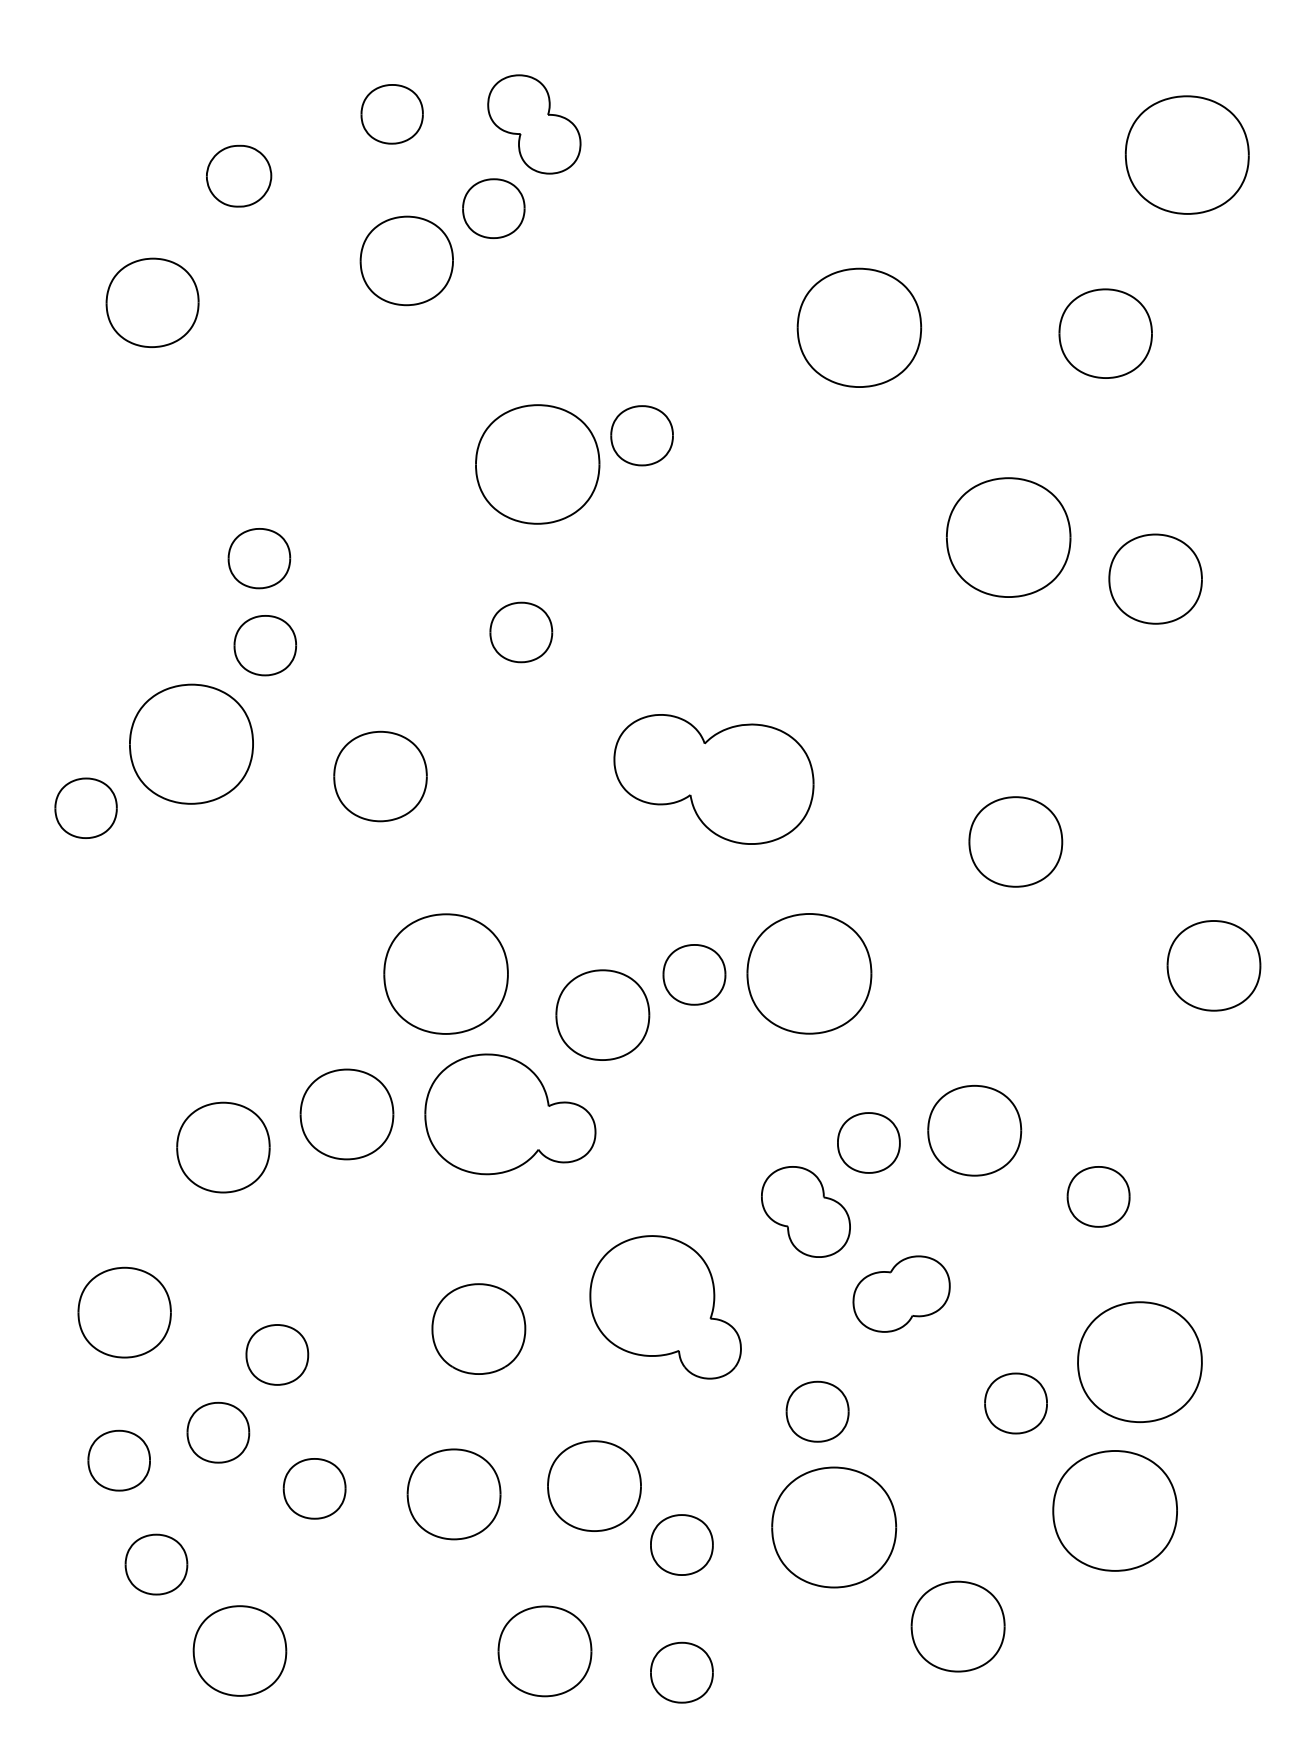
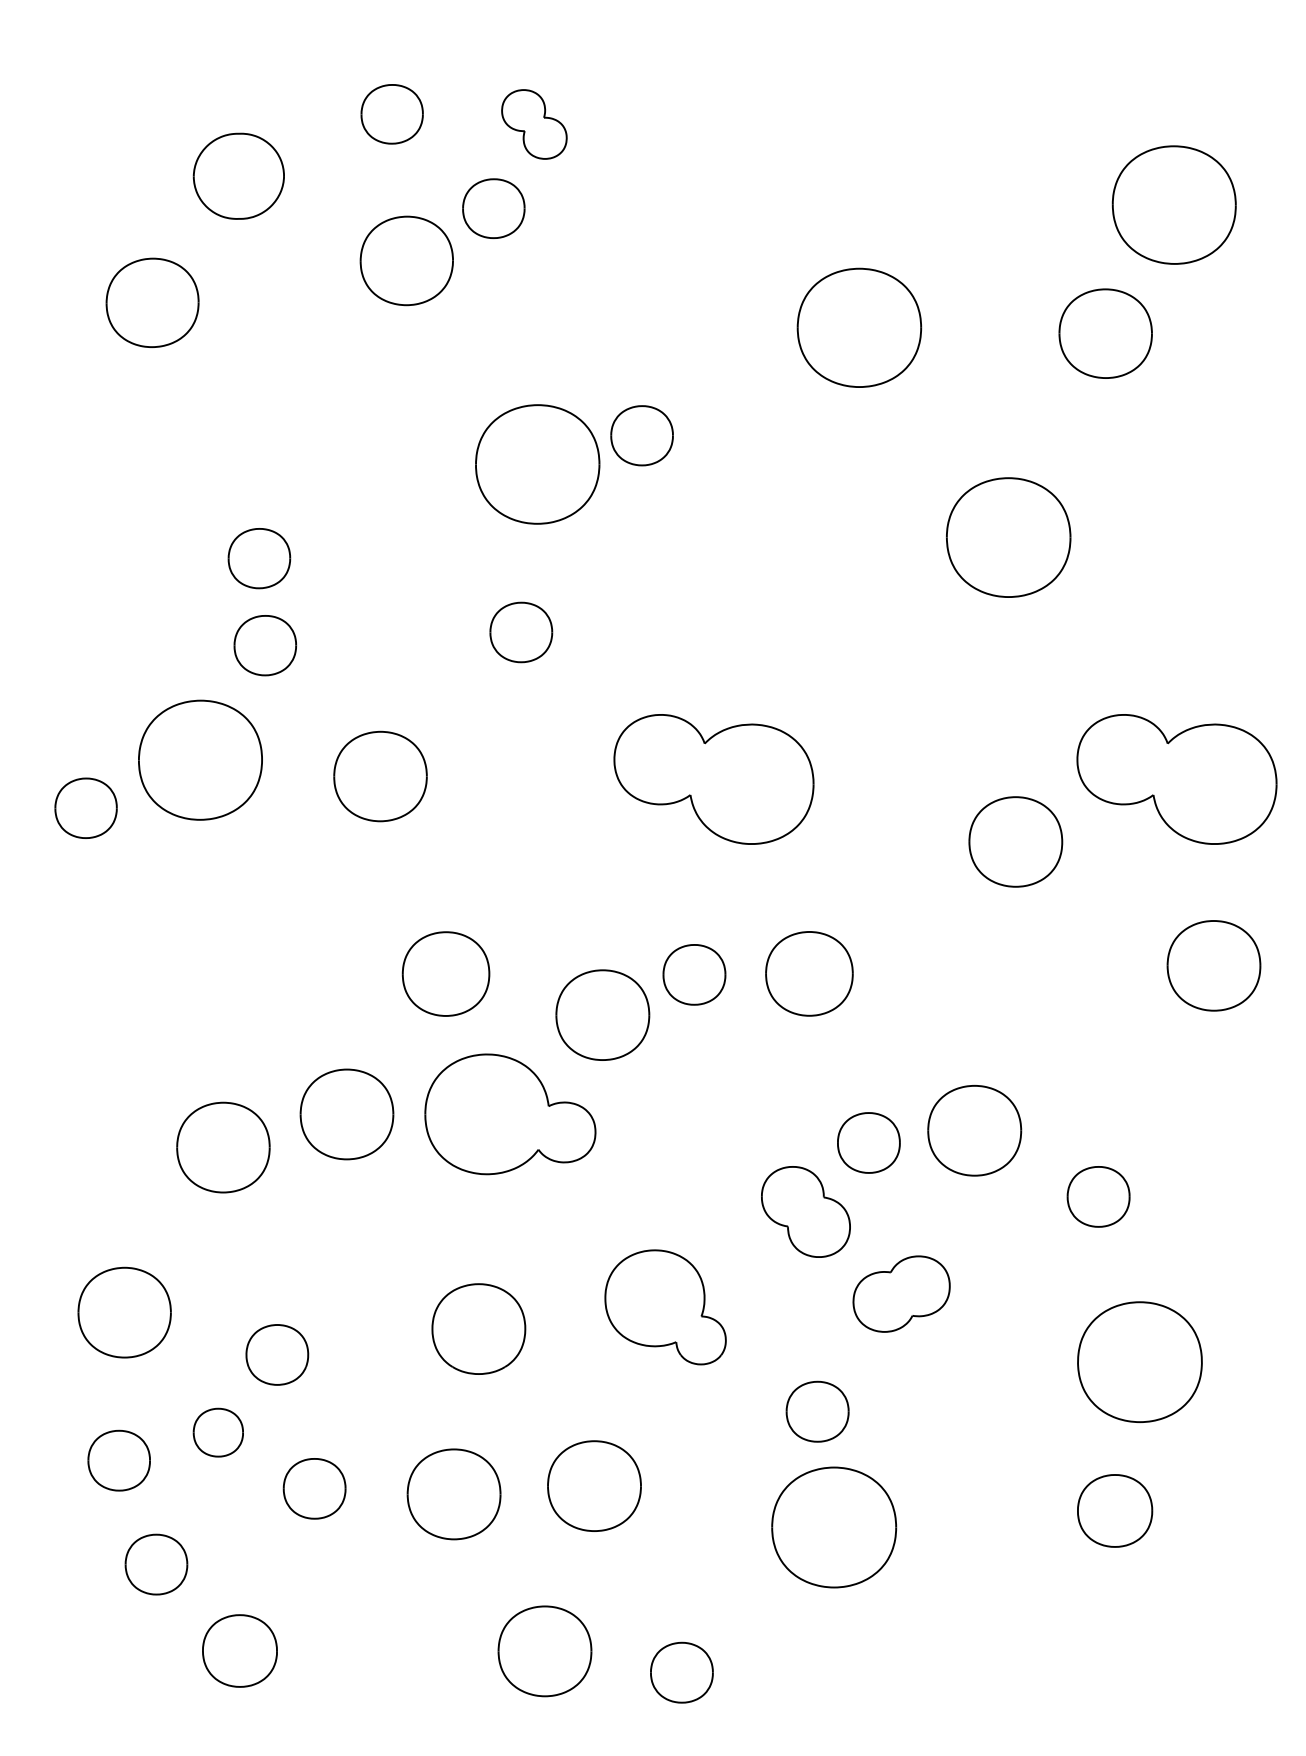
part at (534, 124) size: 95x101 px -> 67x71 px
part at (1186, 154) position: (1186, 154) -> (1173, 204)
part at (239, 175) size: 67x64 px -> 93x88 px
part at (1155, 578): present -> none
part at (191, 743) position: (191, 743) -> (200, 759)
part at (1176, 779): none -> present
part at (445, 973) size: 126x122 px -> 90x86 px
part at (809, 973) size: 127x122 px -> 89x86 px
part at (665, 1307) size: 153x145 px -> 123x117 px
part at (1015, 1403): present -> none
part at (218, 1432) size: 65x63 px -> 52x51 px
part at (1114, 1510) size: 126x122 px -> 77x74 px
part at (681, 1544): present -> none
part at (957, 1626): present -> none
part at (239, 1650) size: 96x92 px -> 76x74 px
